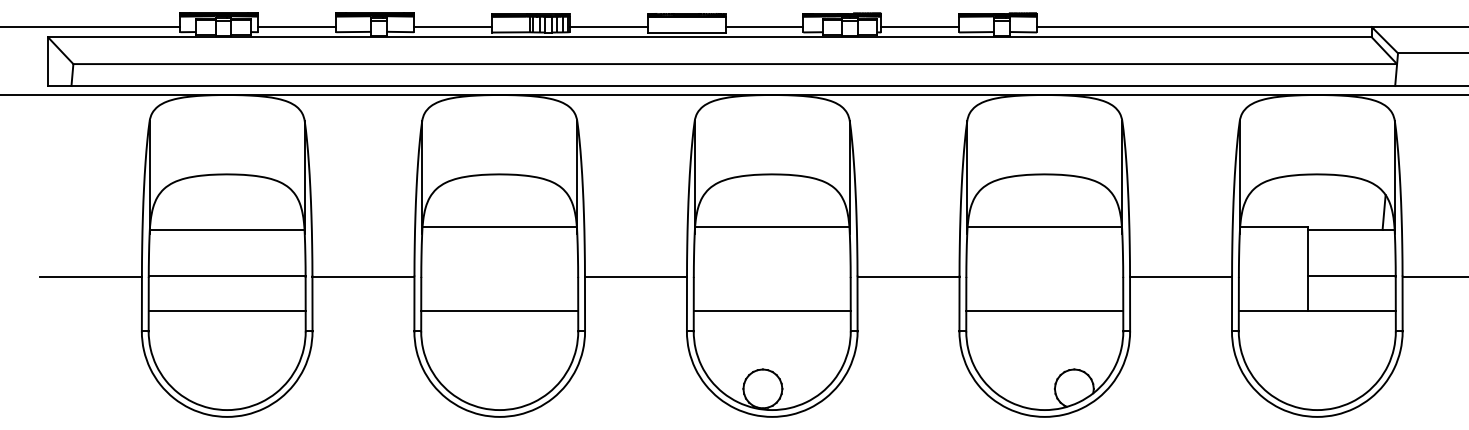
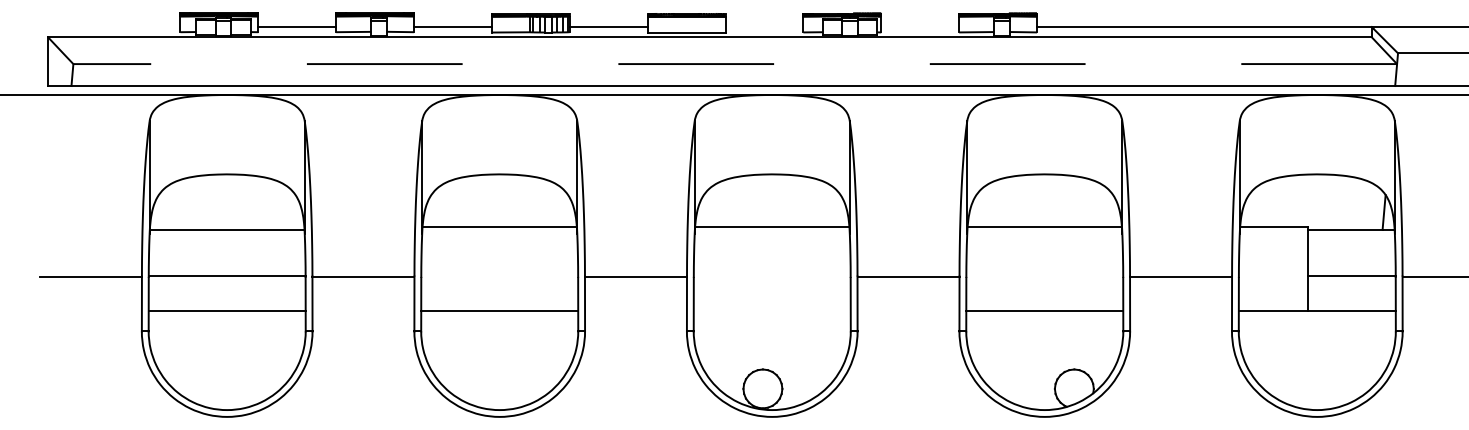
line at (91, 27): present -> none
line at (764, 27): present -> none
line at (920, 27): present -> none
line at (735, 64): solid -> dashed
line at (771, 311): present -> none
